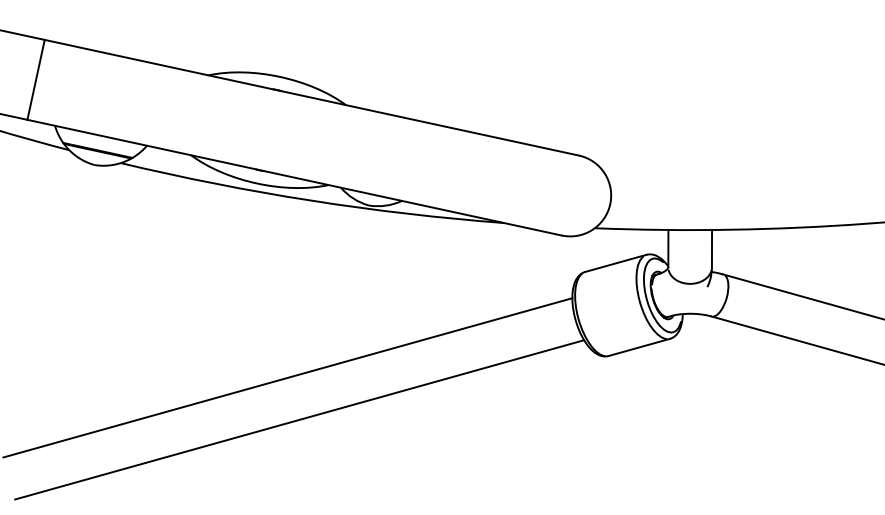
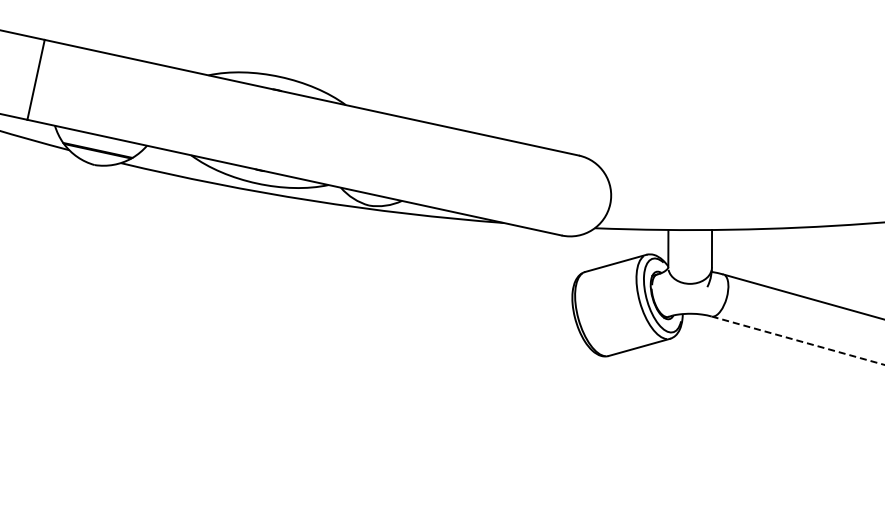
line at (798, 340): solid -> dashed
line at (287, 377): present -> none
line at (299, 419): present -> none
